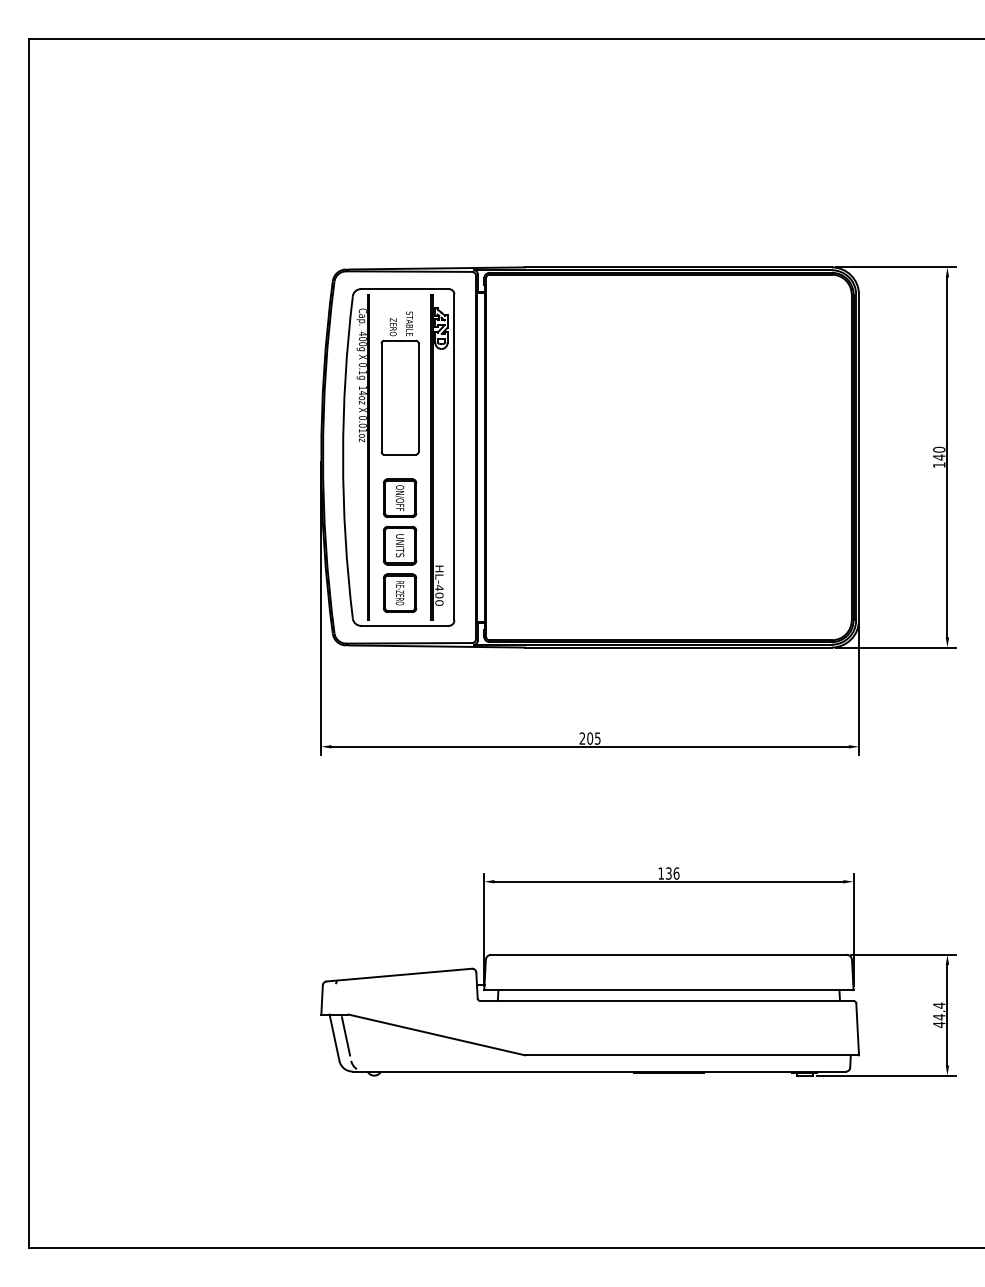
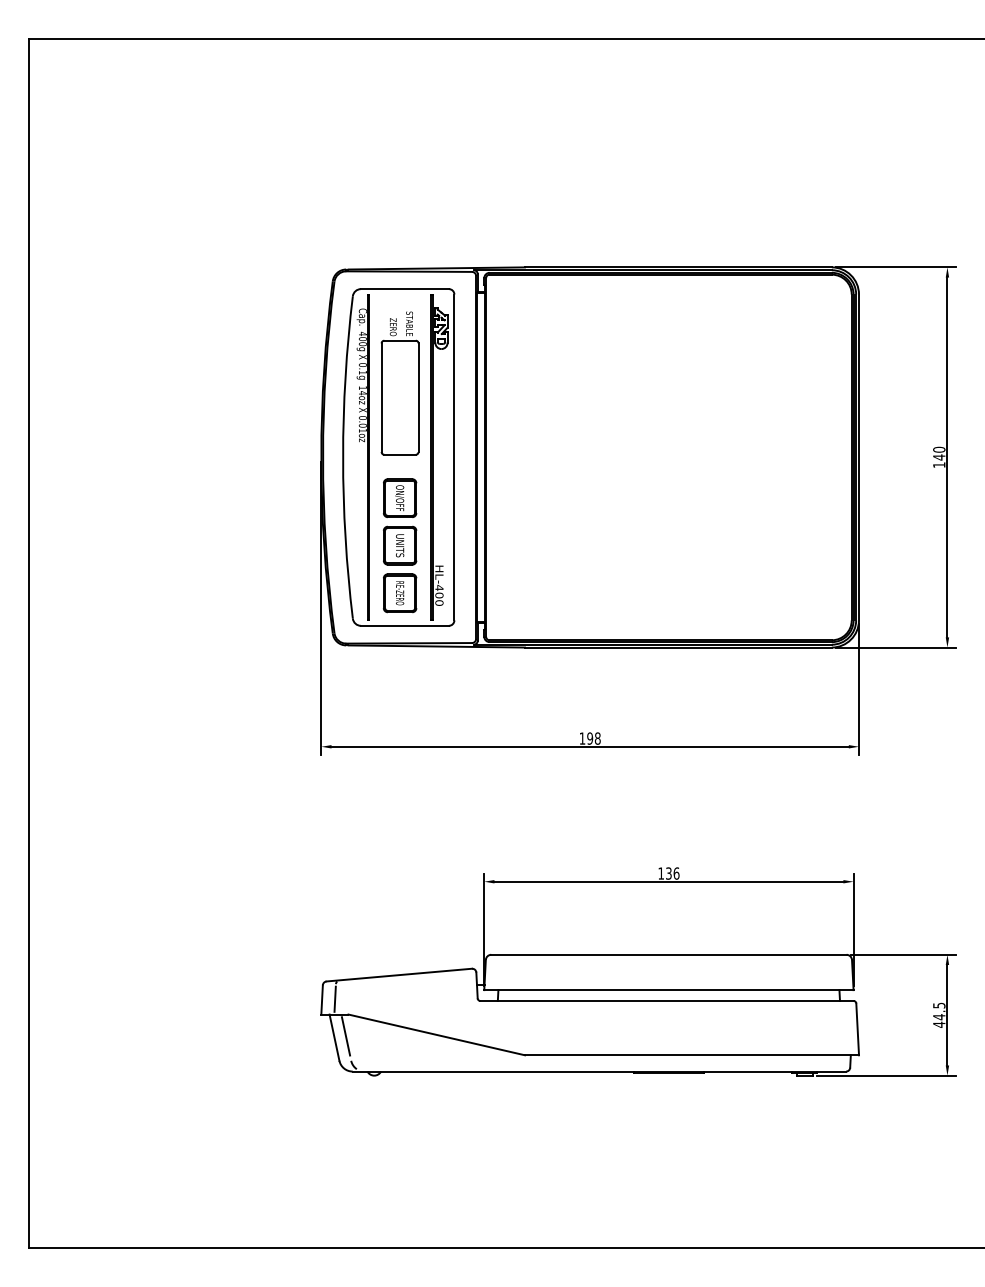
text at (589, 738): 205 -> 198
line at (334, 998): none -> present
text at (939, 1005): 44.4 -> 44.5
